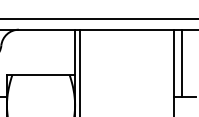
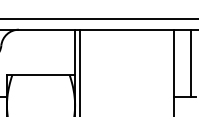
line at (181, 63) position: (181, 63) -> (190, 63)
